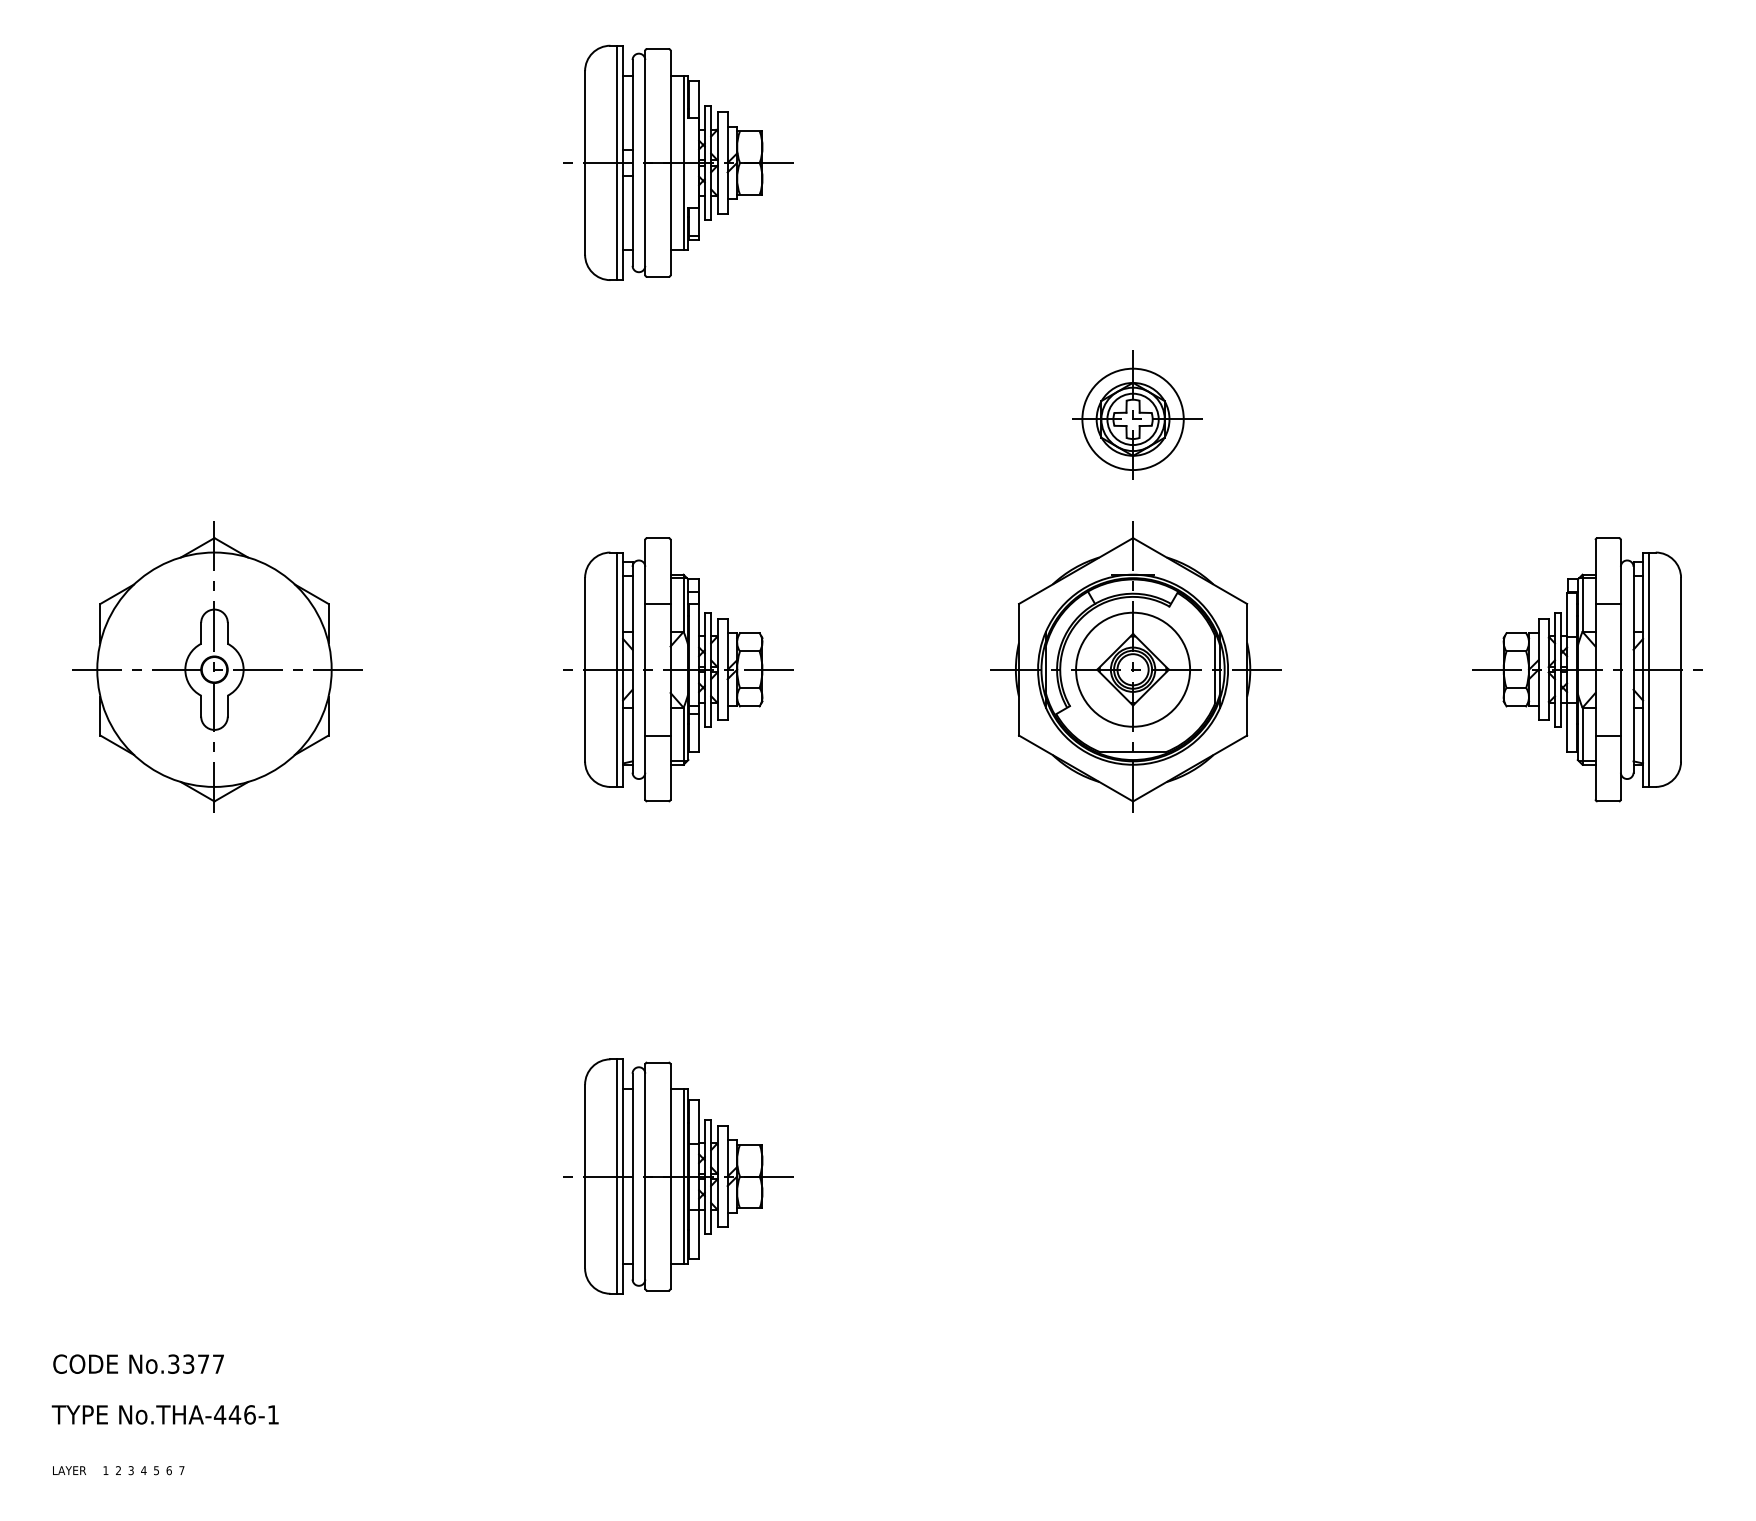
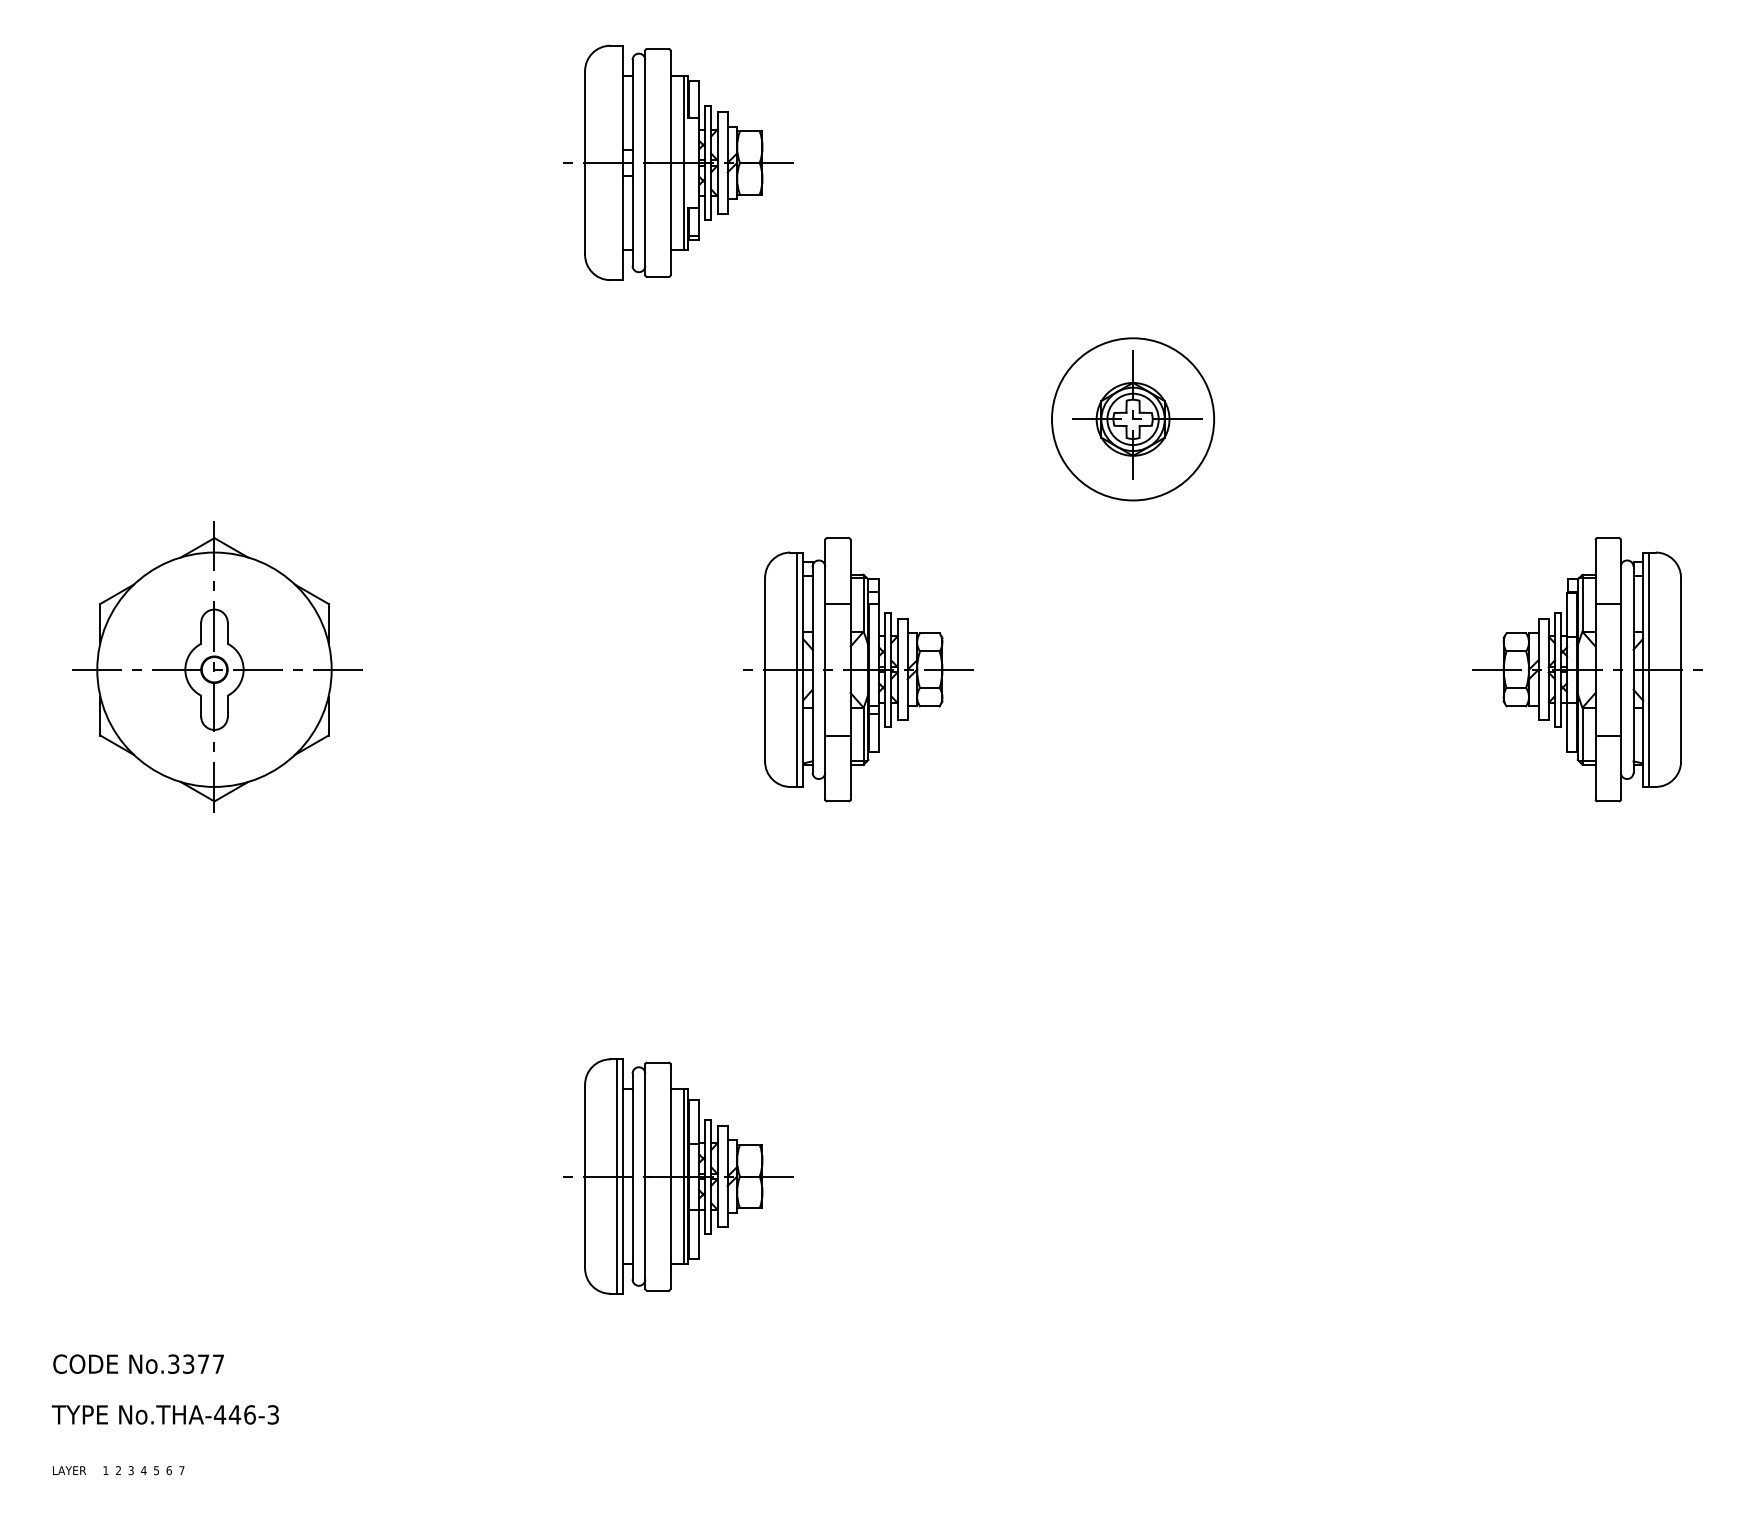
line at (616, 162): present -> none
circle at (1132, 419) diameter: 101 px -> 162 px
part at (1135, 666): present -> none
part at (678, 669) position: (678, 669) -> (858, 669)
text at (272, 1414): No.THA-446-1 -> No.THA-446-3
